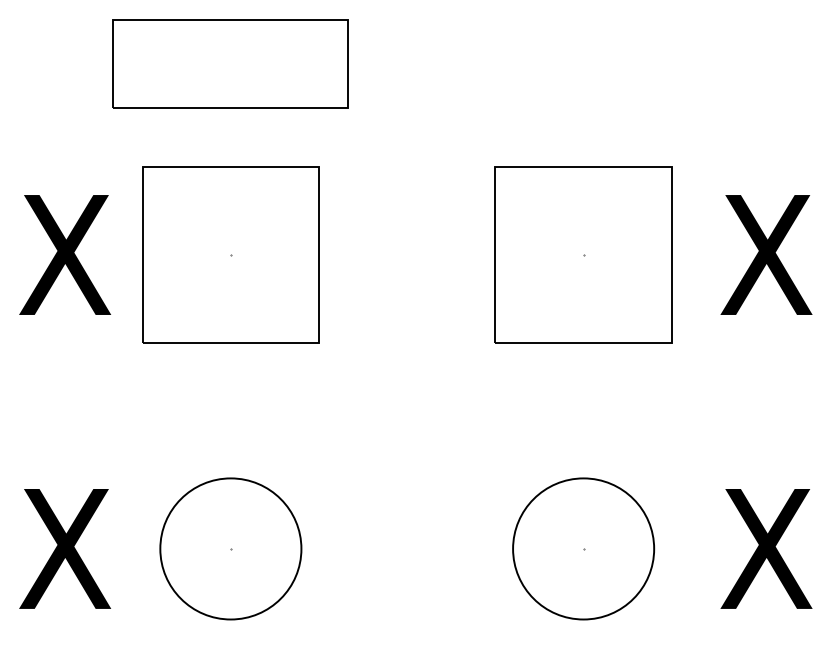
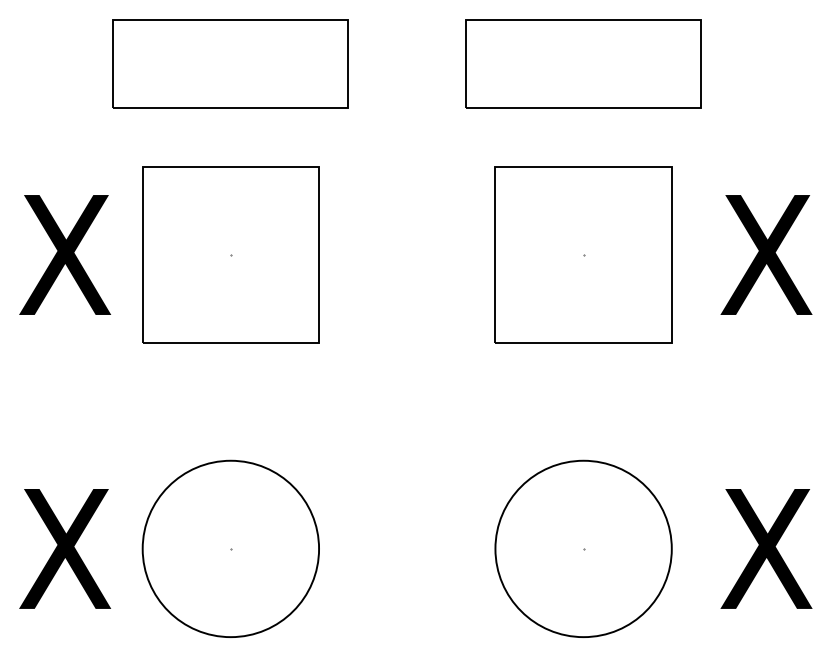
part at (583, 63): none -> present
circle at (230, 548) diameter: 141 px -> 176 px
circle at (583, 548) diameter: 141 px -> 176 px
